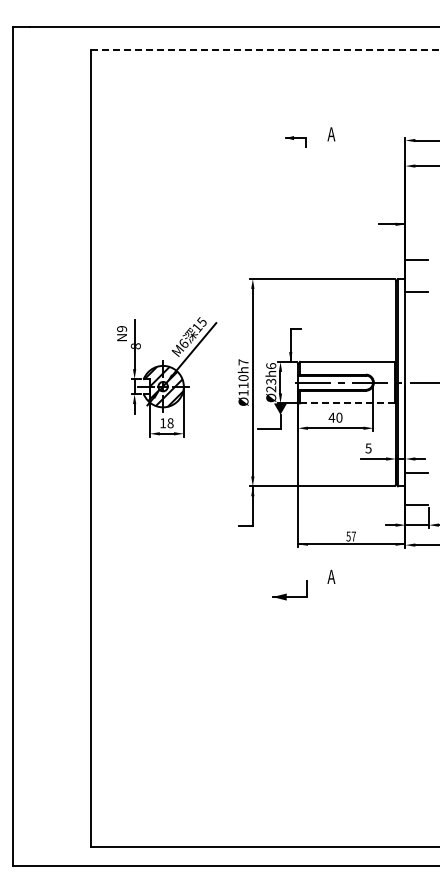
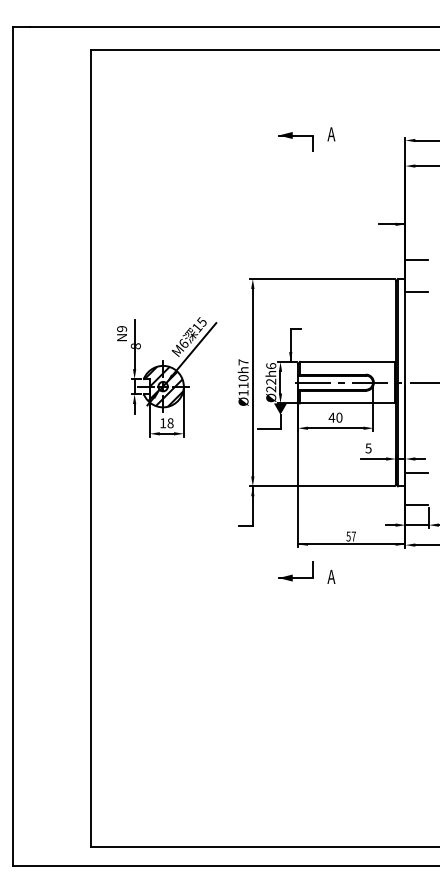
line at (266, 49): dashed -> solid
part at (295, 141) size: 22x12 px -> 36x20 px
text at (271, 381): Ø23h6 -> Ø22h6
line at (347, 403): dashed -> solid
part at (289, 590) position: (289, 590) -> (295, 571)
